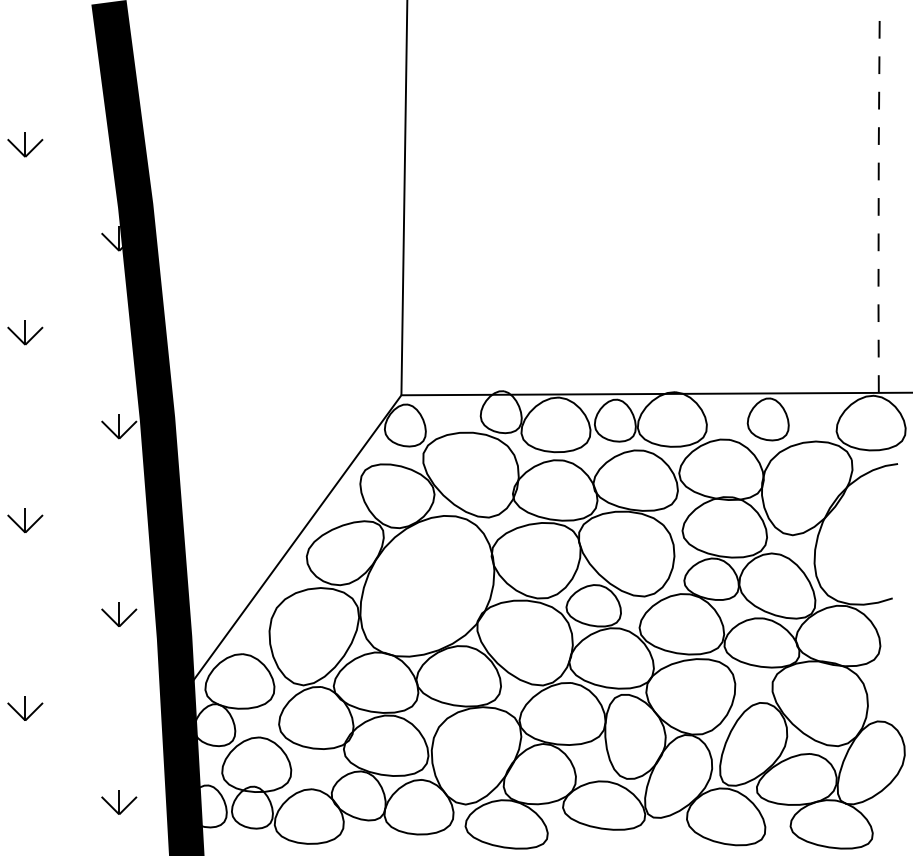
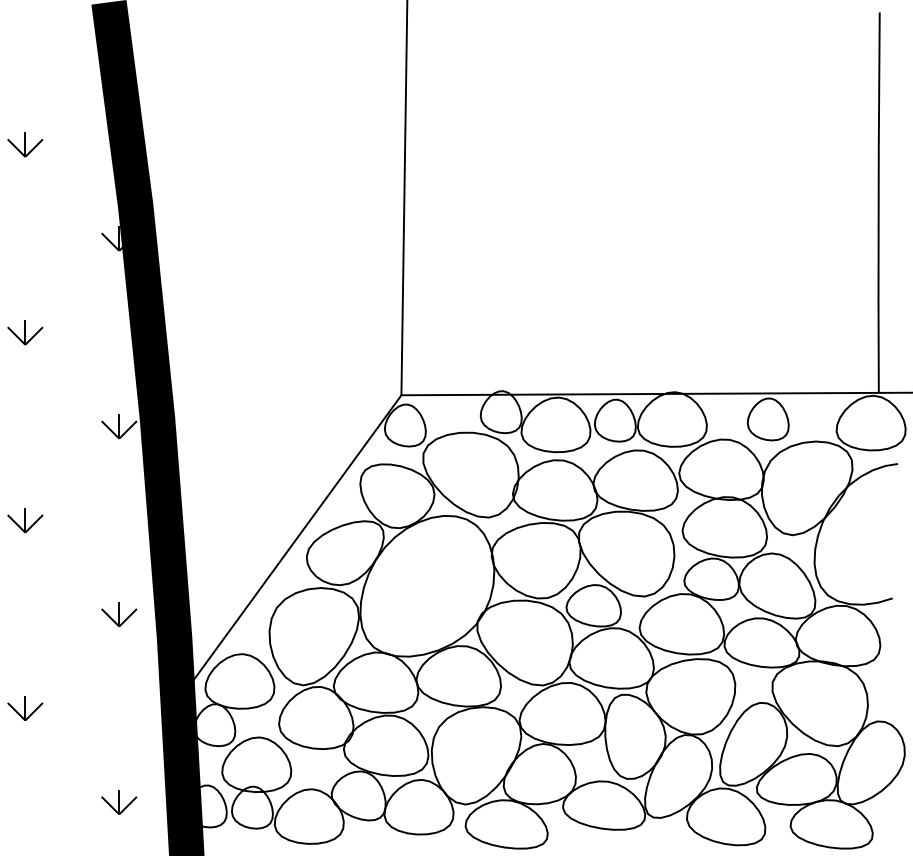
line at (878, 202): dashed -> solid
